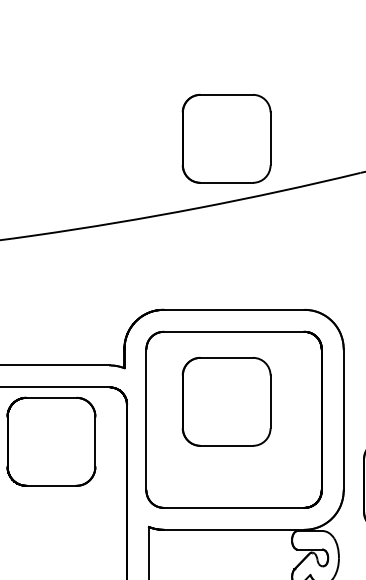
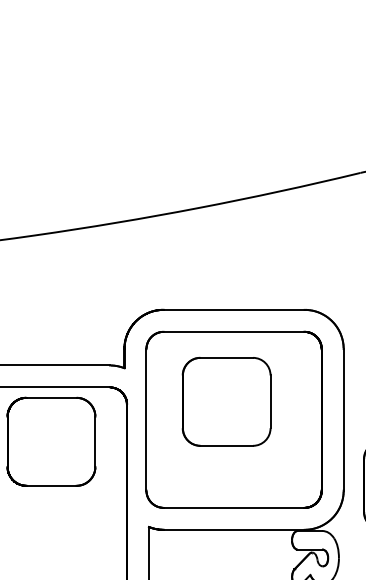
part at (226, 138): present -> none
